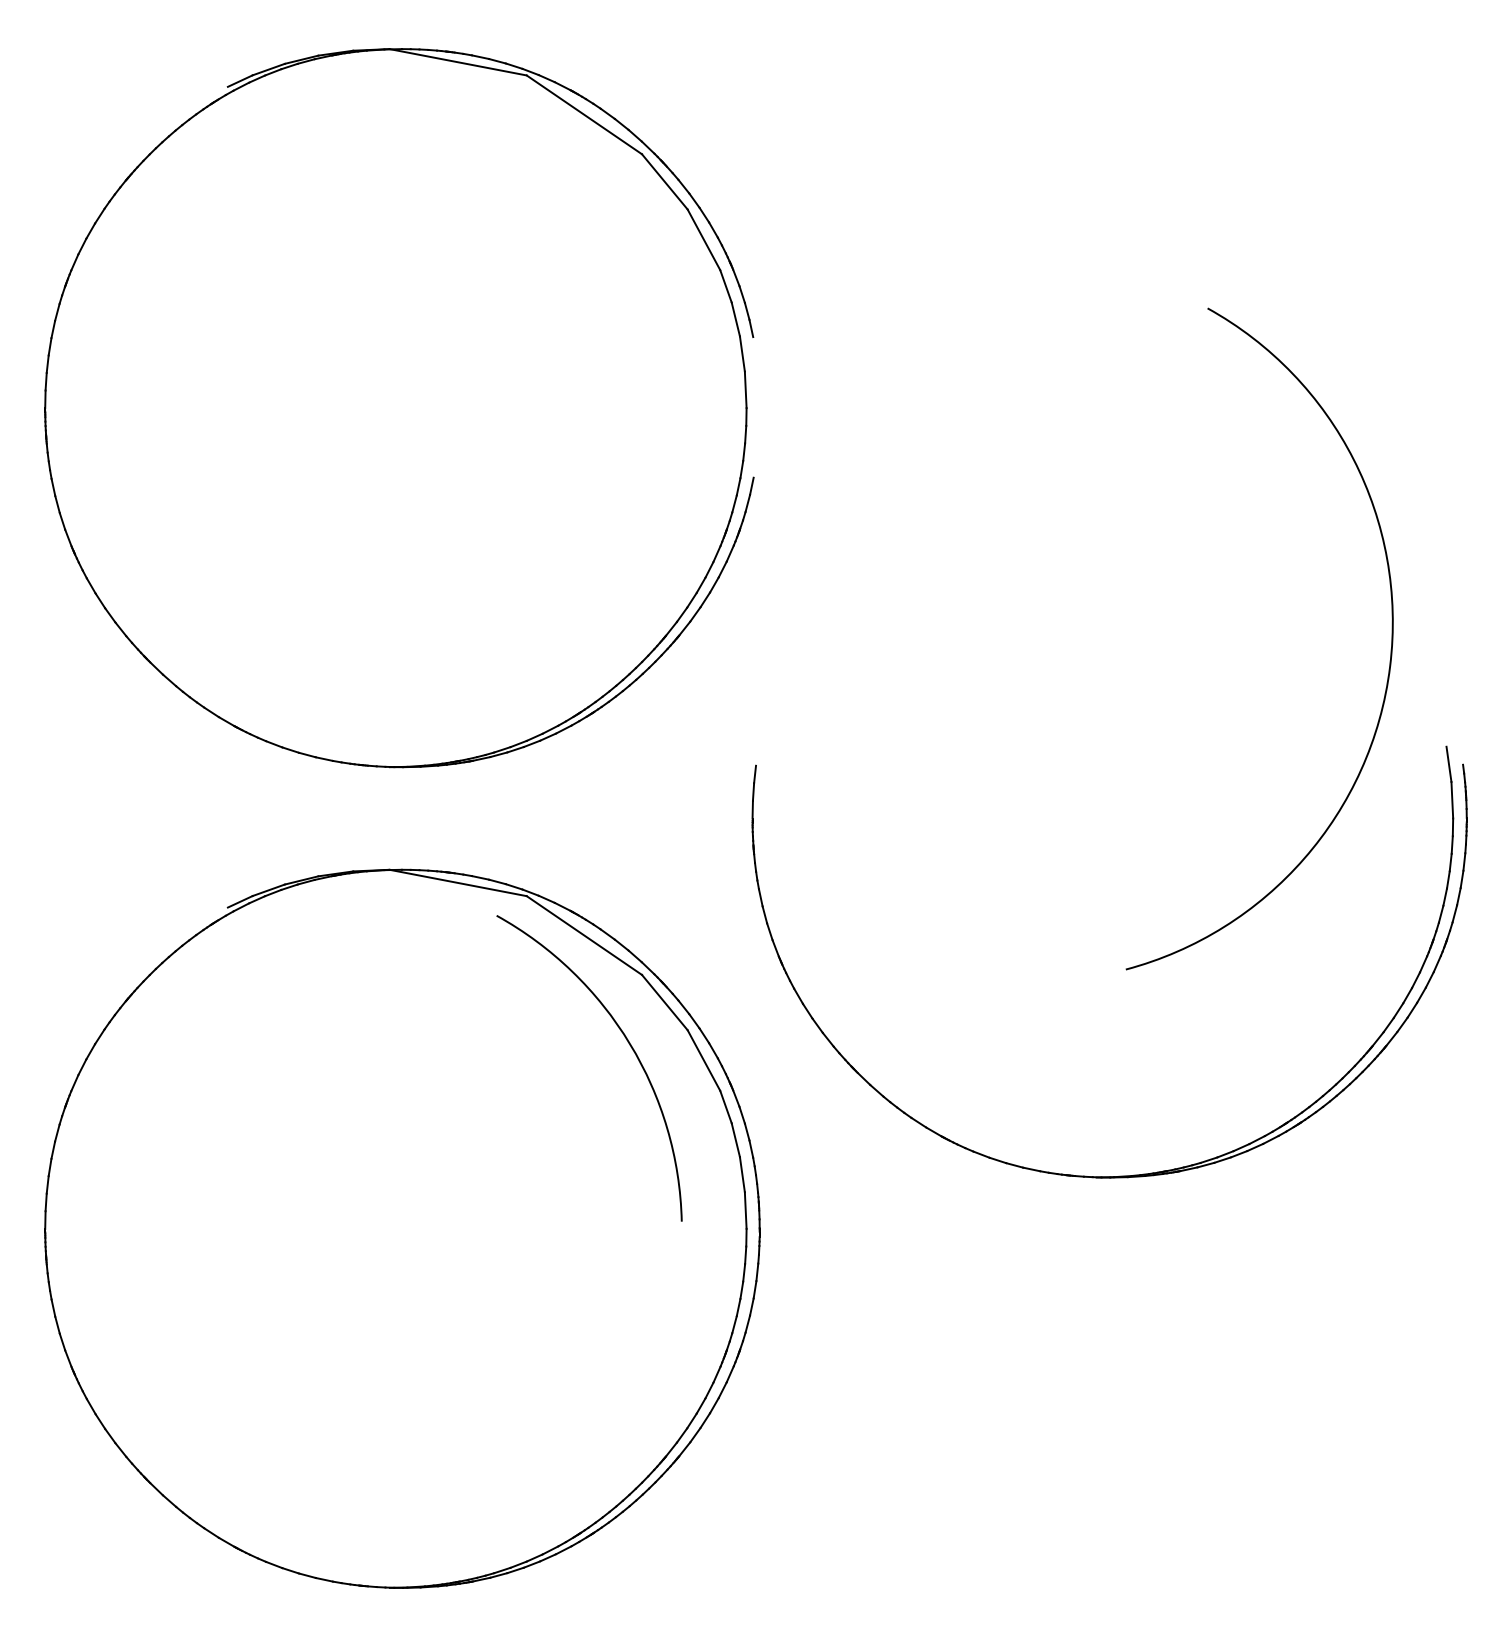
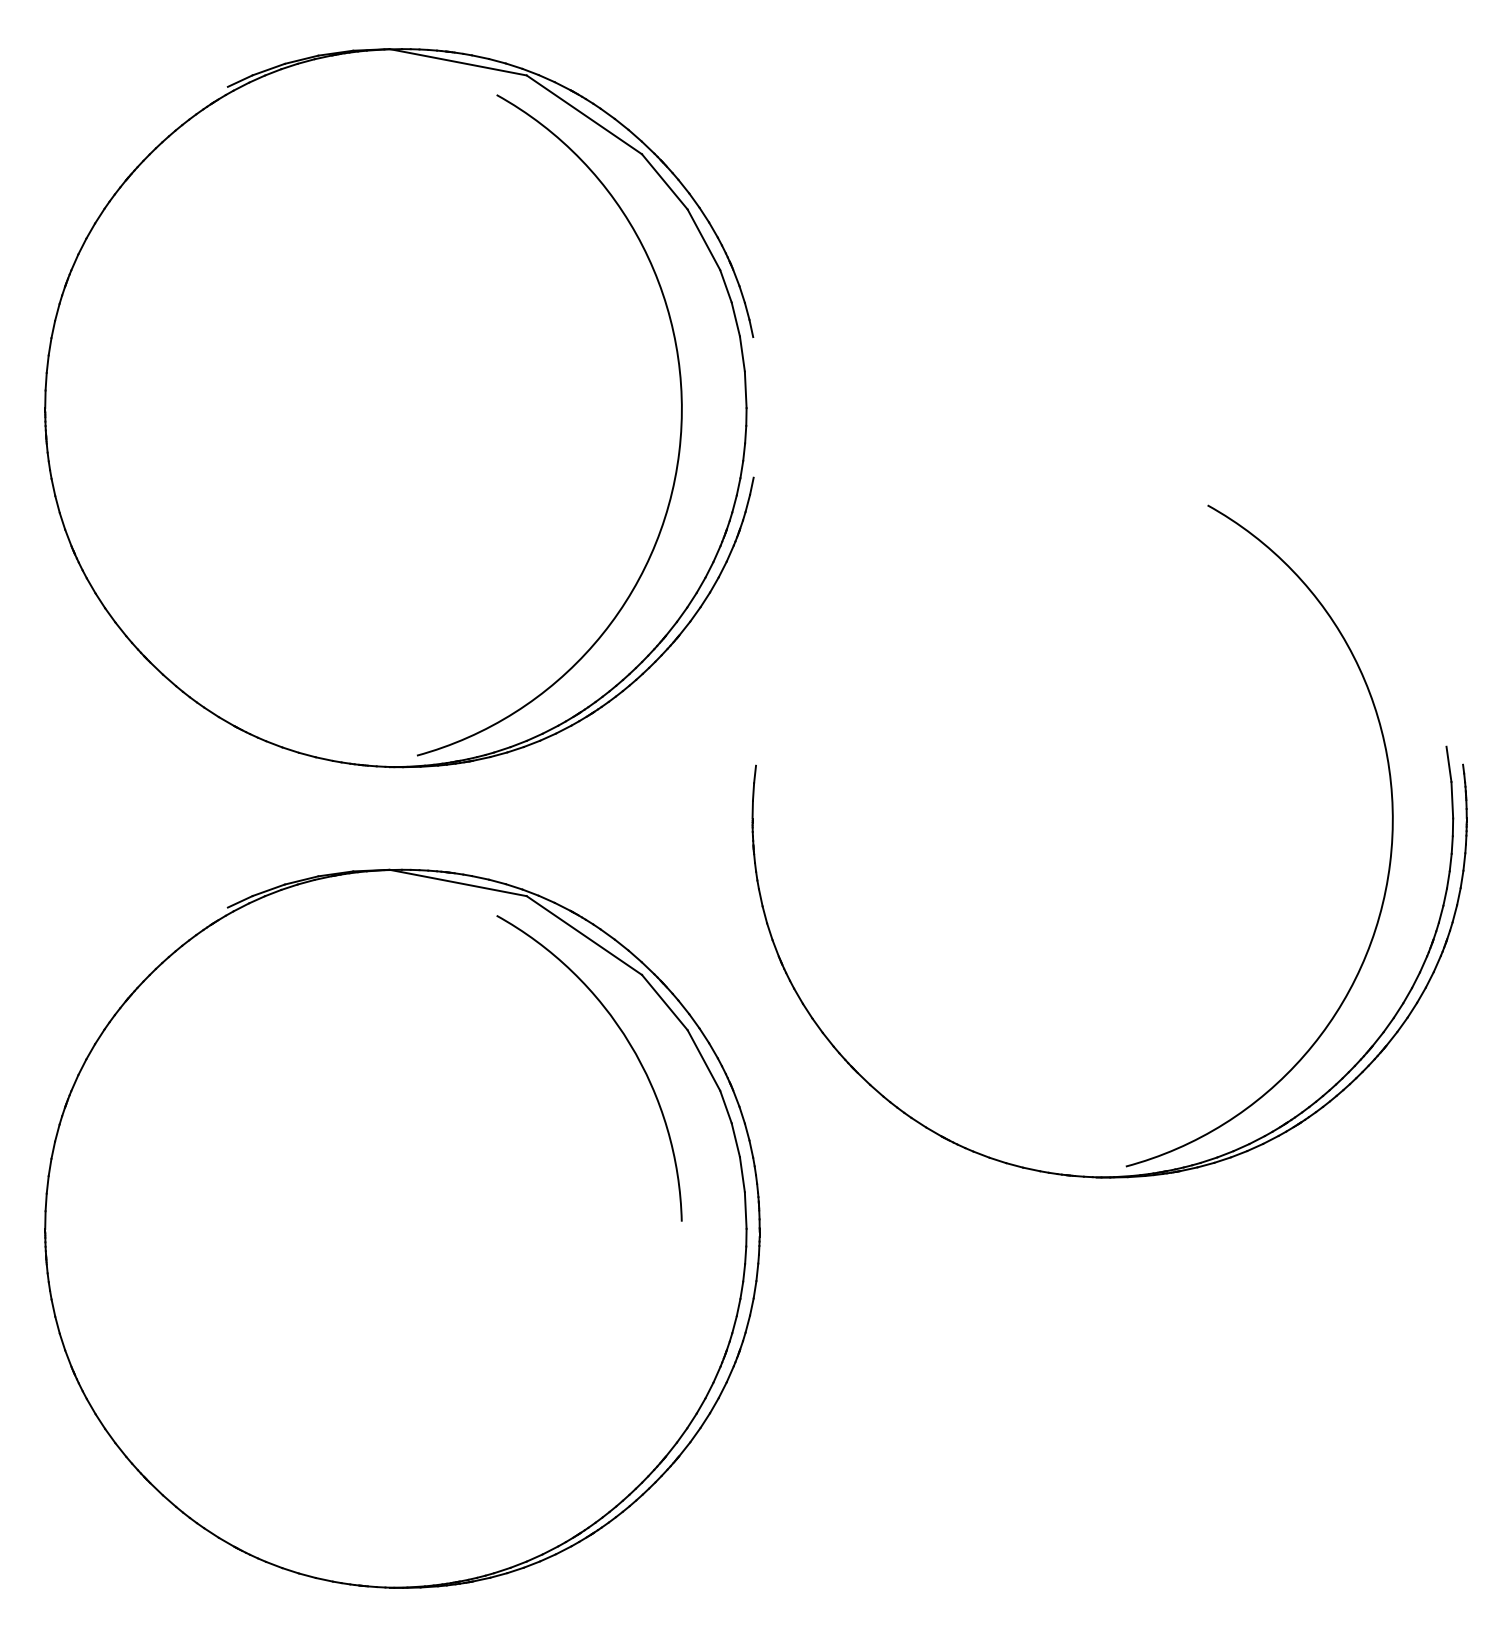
arc at (679, 436): none -> present
arc at (1390, 649) position: (1390, 649) -> (1390, 846)
